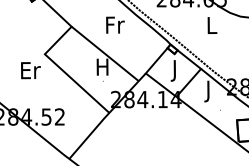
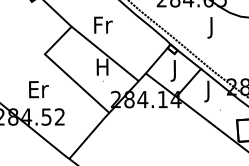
text at (115, 24) position: (115, 24) -> (103, 24)
text at (212, 27): L -> J
text at (30, 70) position: (30, 70) -> (38, 89)
